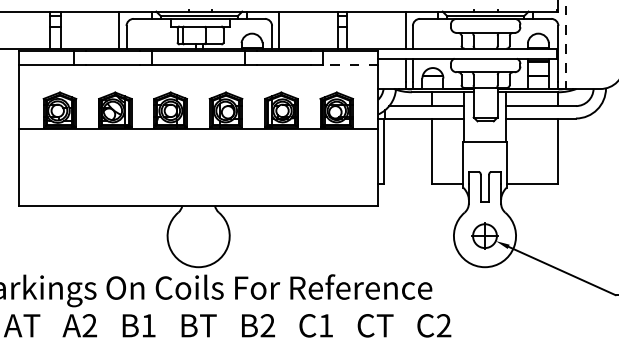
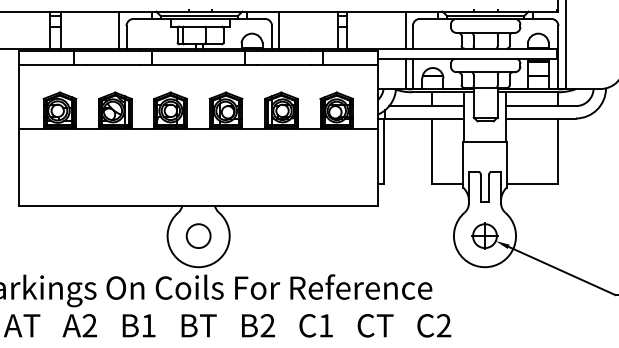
line at (565, 41): dashed -> solid
line at (350, 65): dashed -> solid
circle at (198, 235): none -> present
